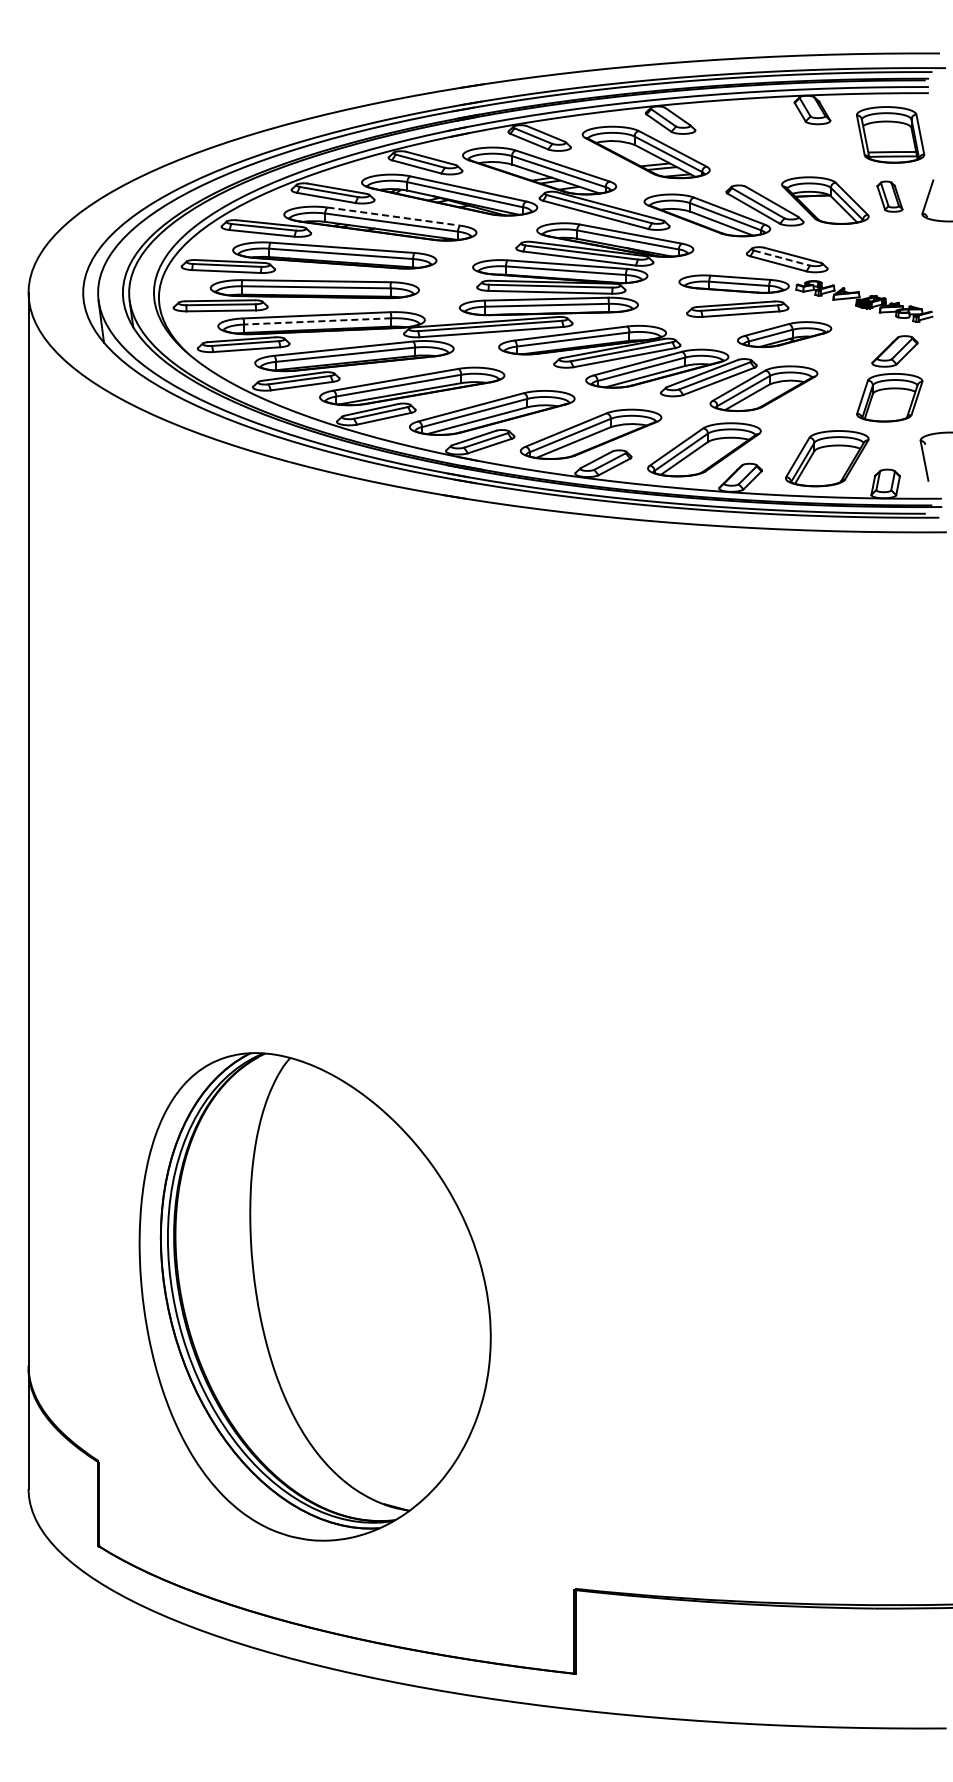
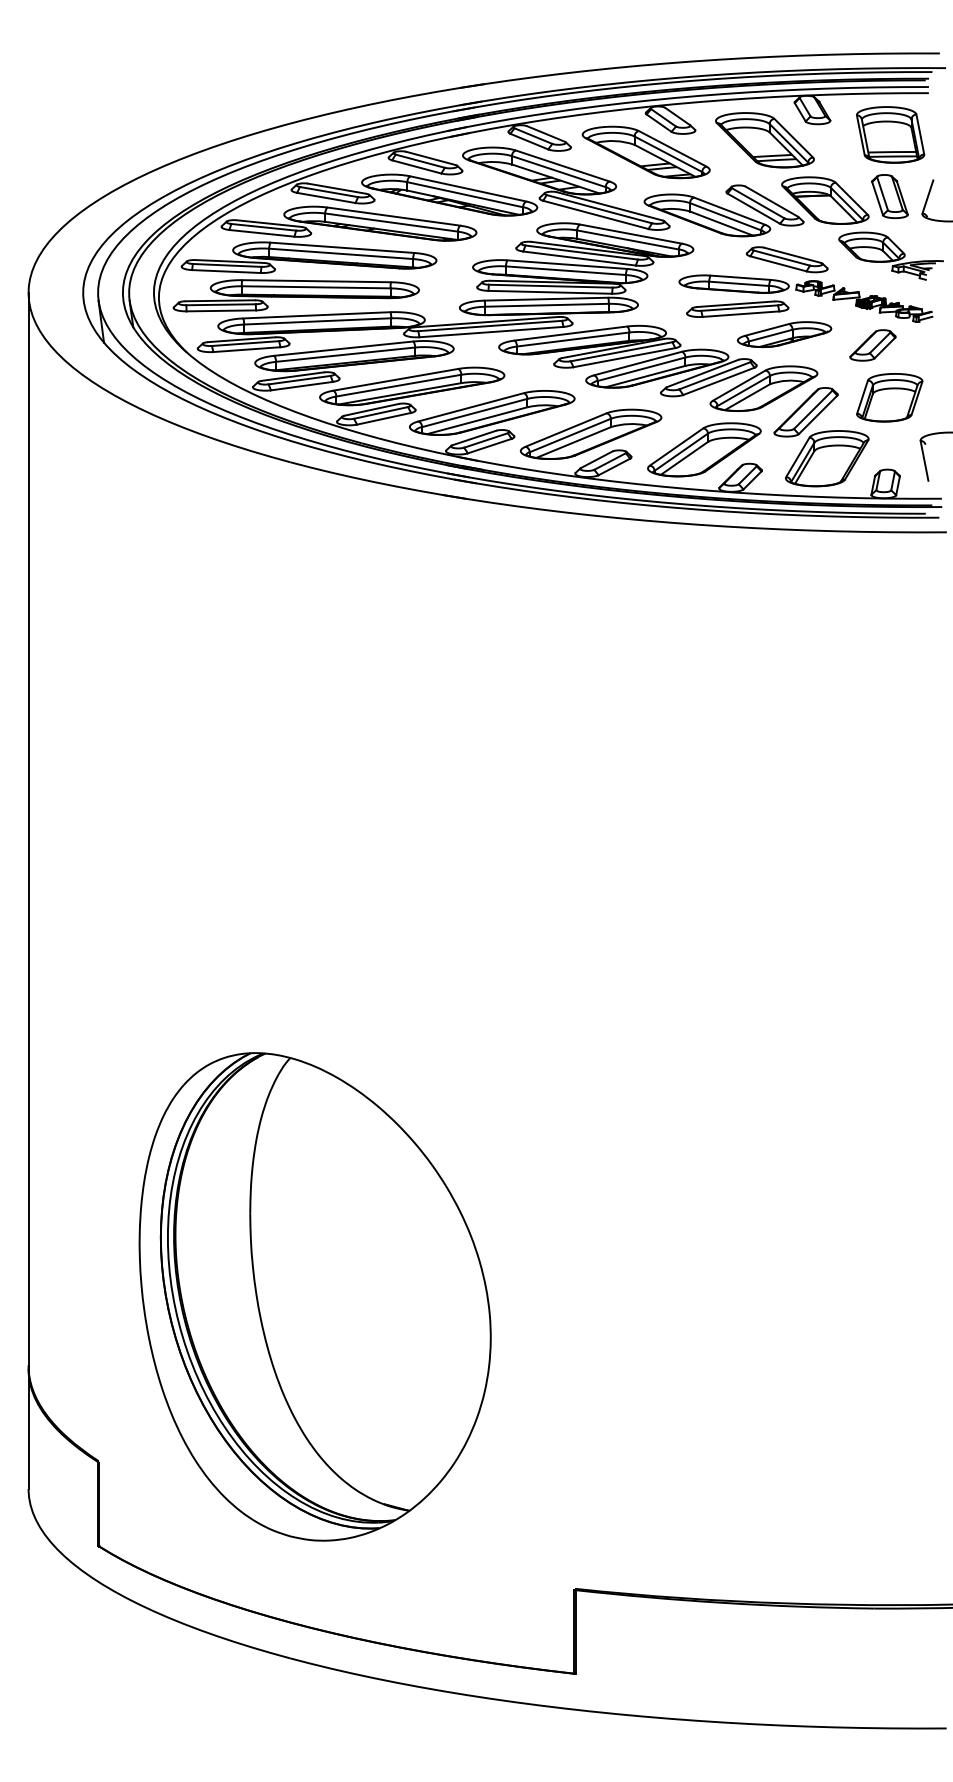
part at (764, 140): none -> present
part at (889, 196) size: 28x33 px -> 38x46 px
line at (393, 216): dashed -> solid
part at (890, 255): none -> present
line at (782, 258): dashed -> solid
line at (317, 321): dashed -> solid
part at (894, 351) position: (894, 351) -> (872, 345)
part at (805, 412): none -> present
